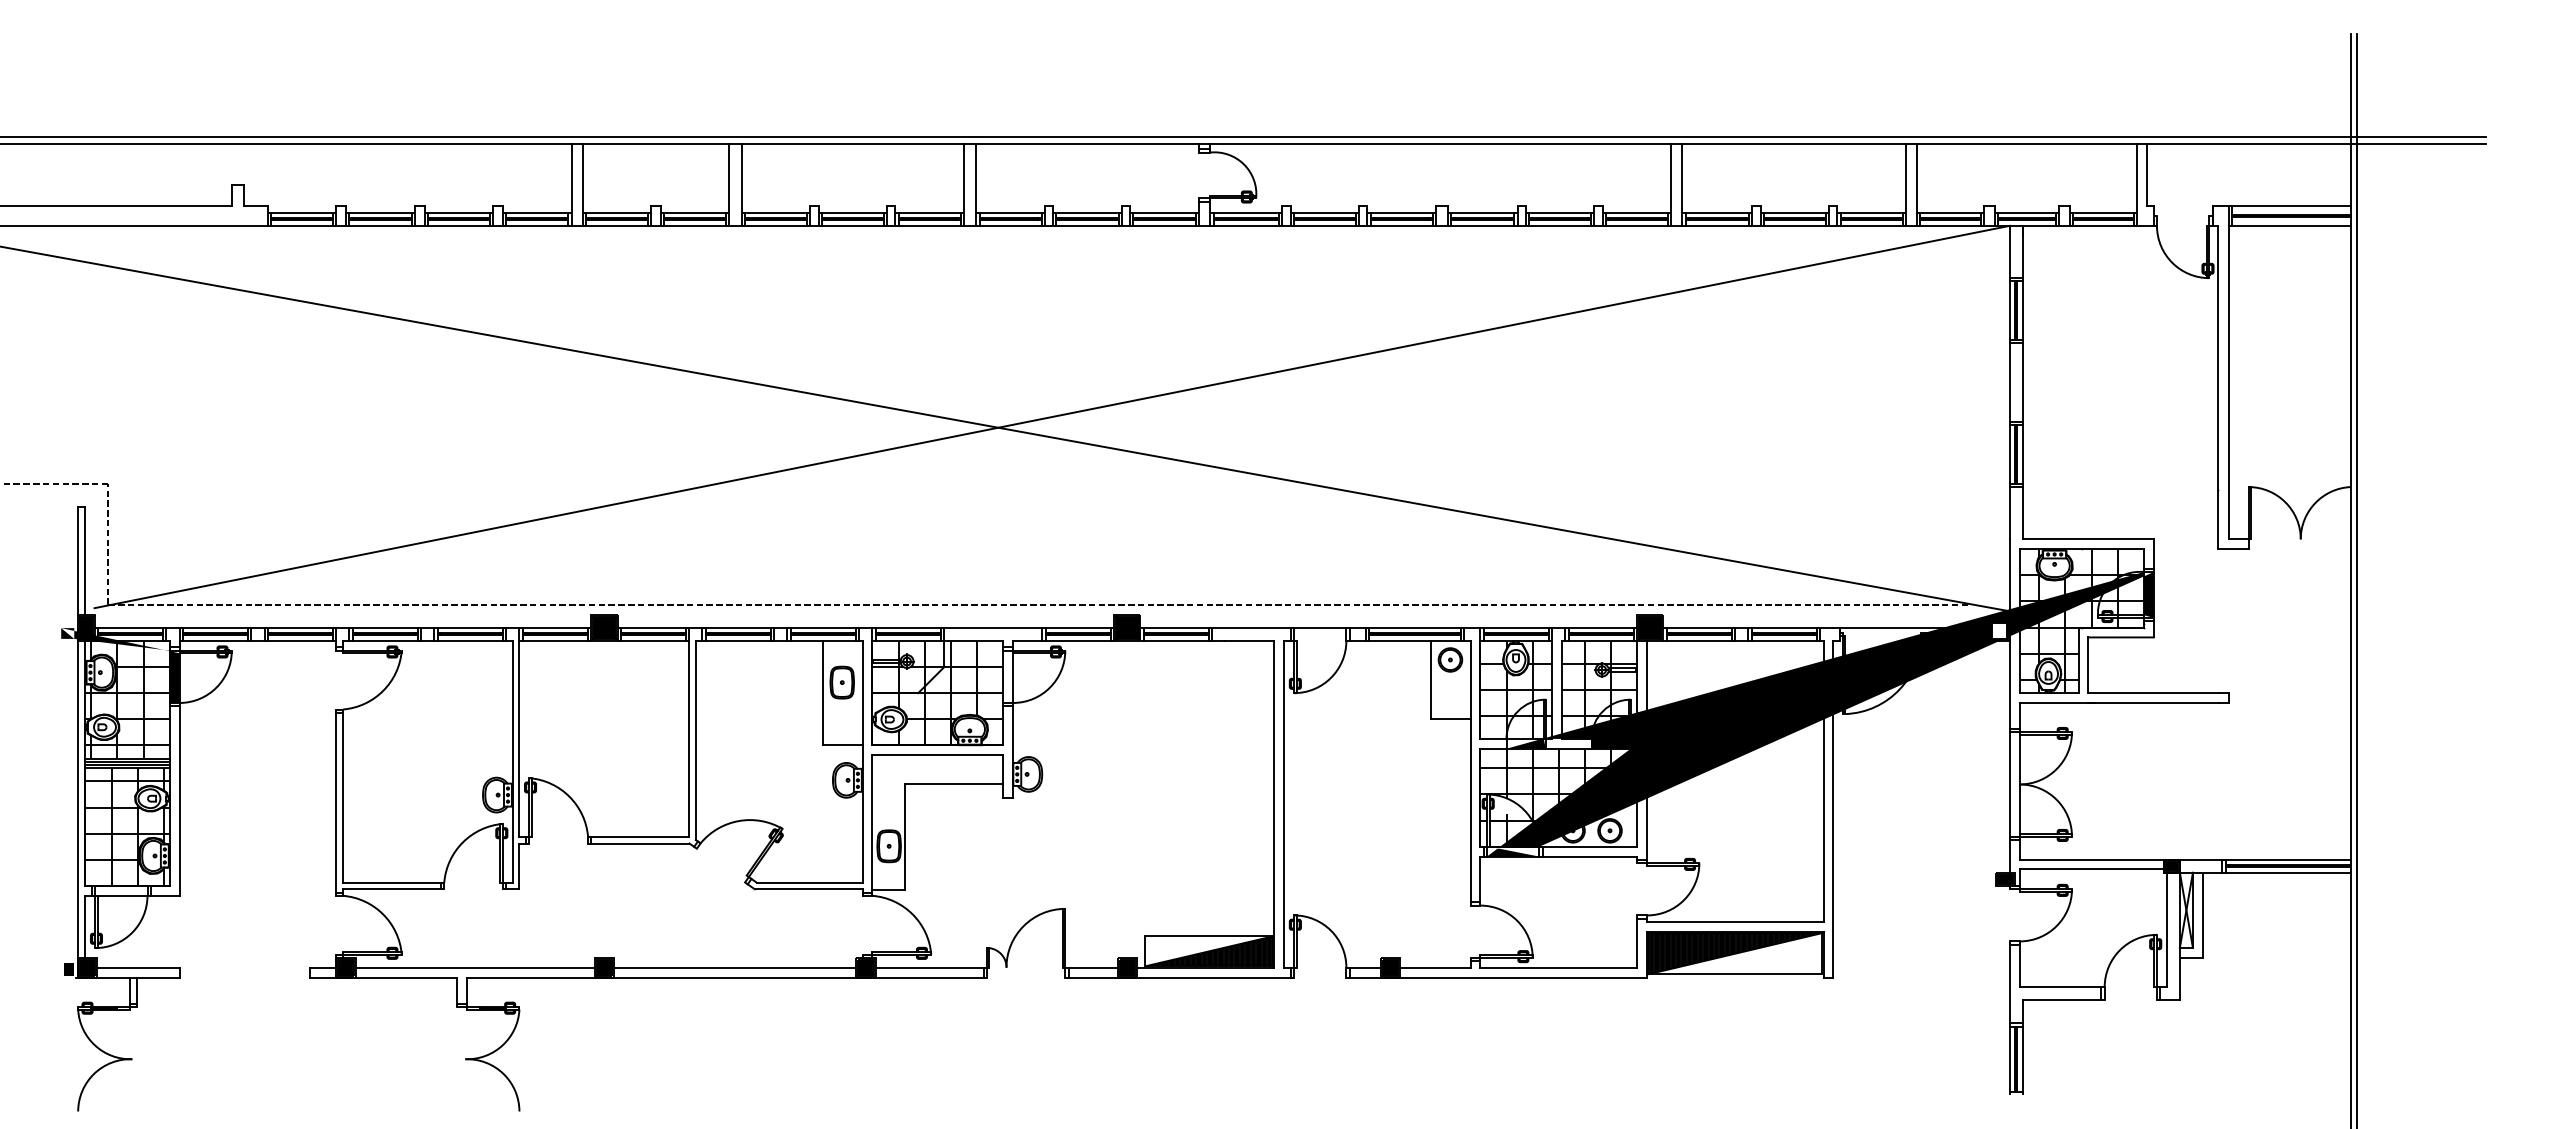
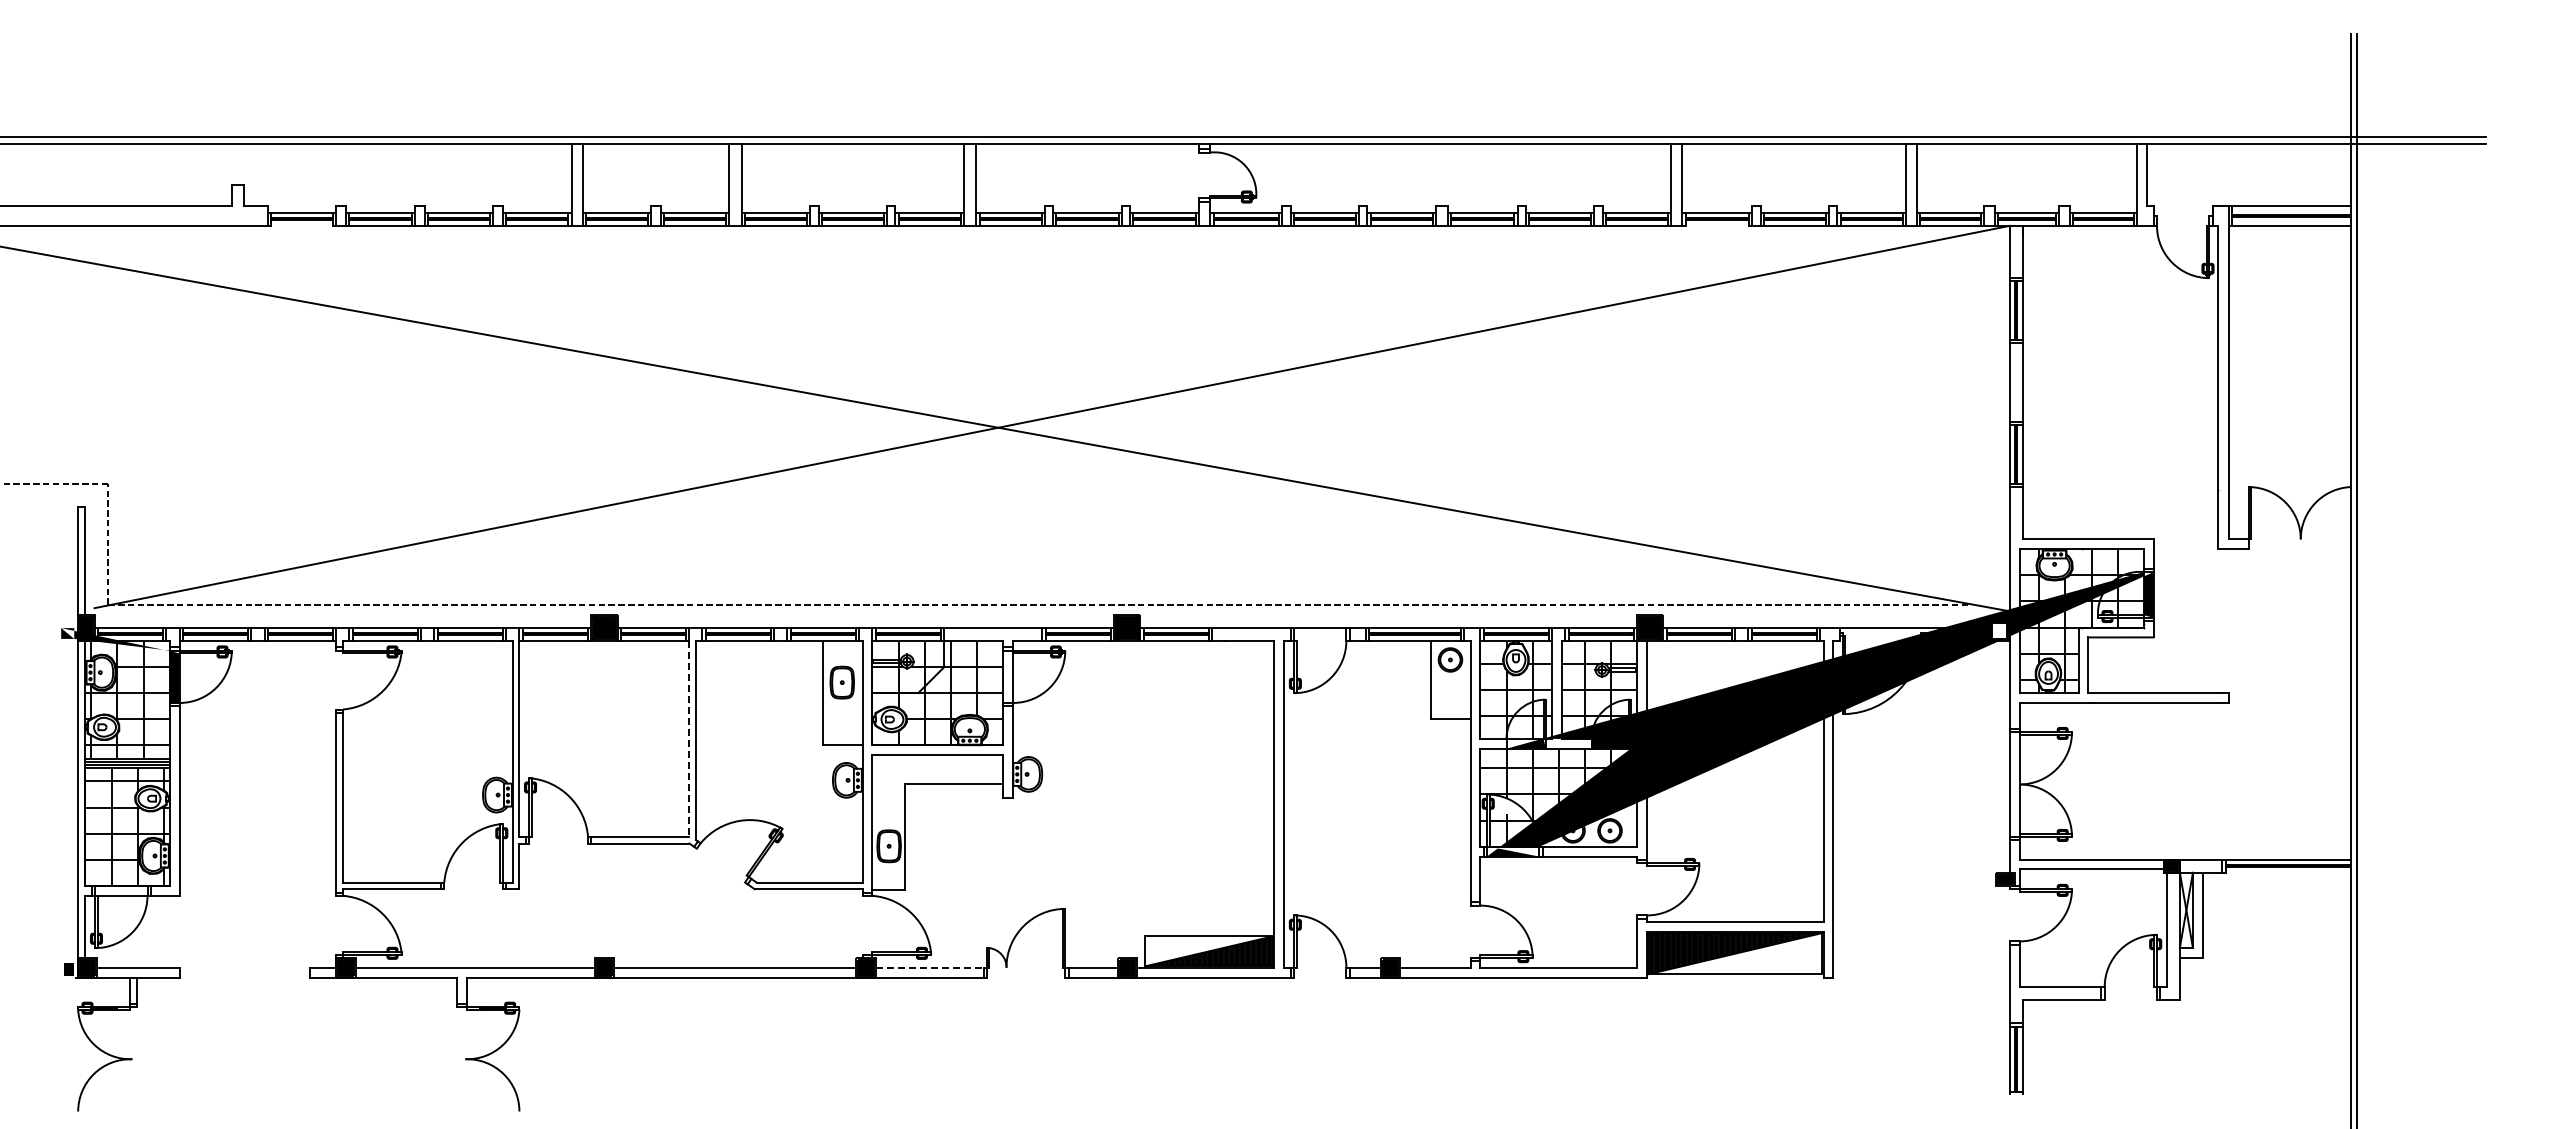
line at (302, 225): present -> none
line at (1717, 225): present -> none
line at (689, 739): solid -> dashed
line at (2287, 872): present -> none
line at (929, 967): solid -> dashed
